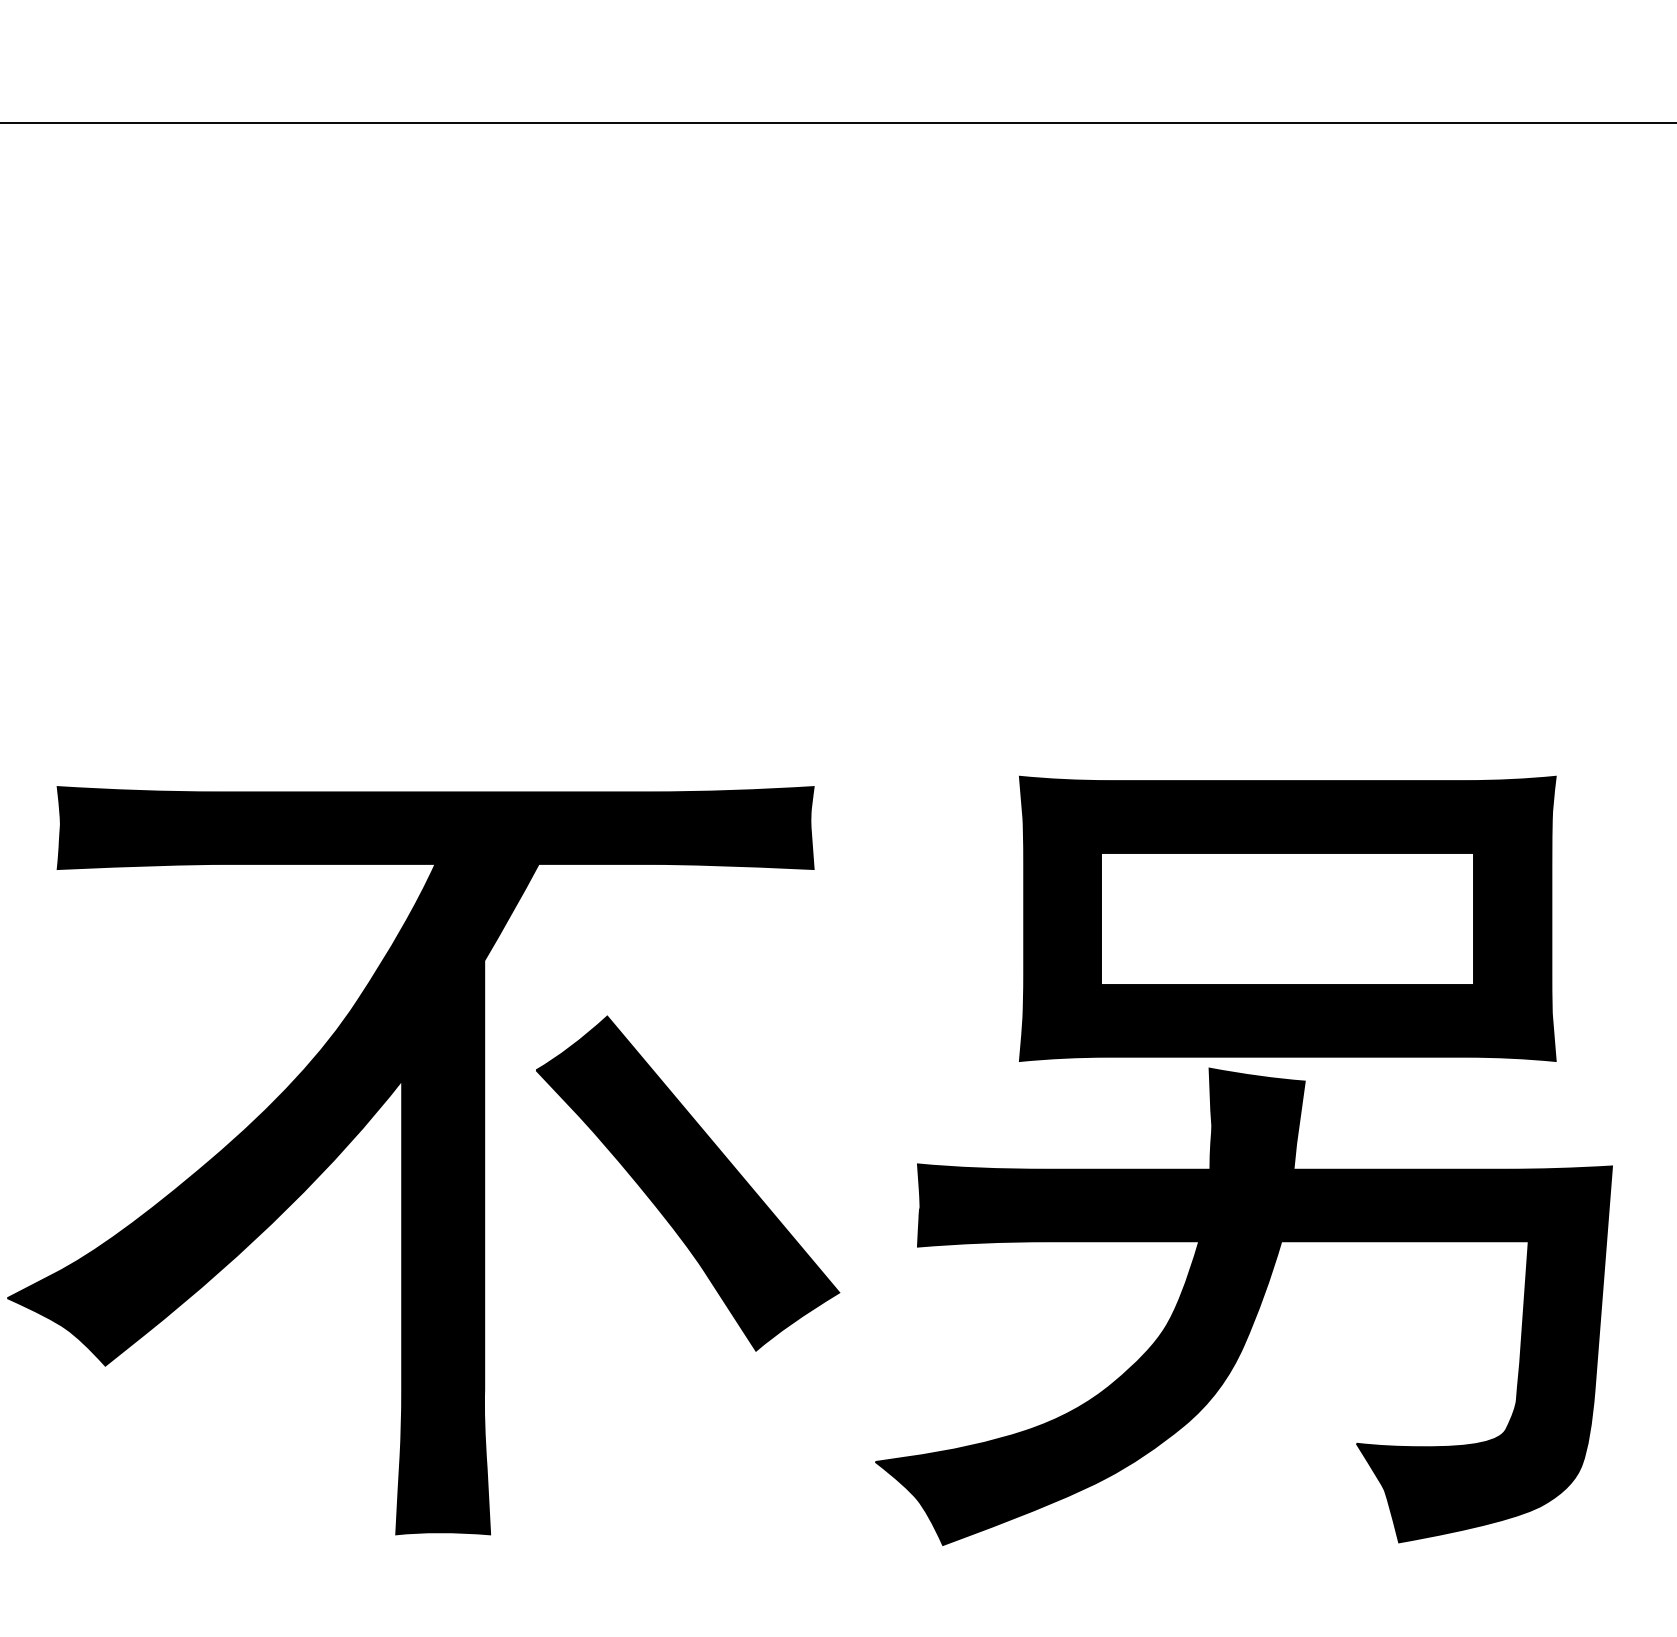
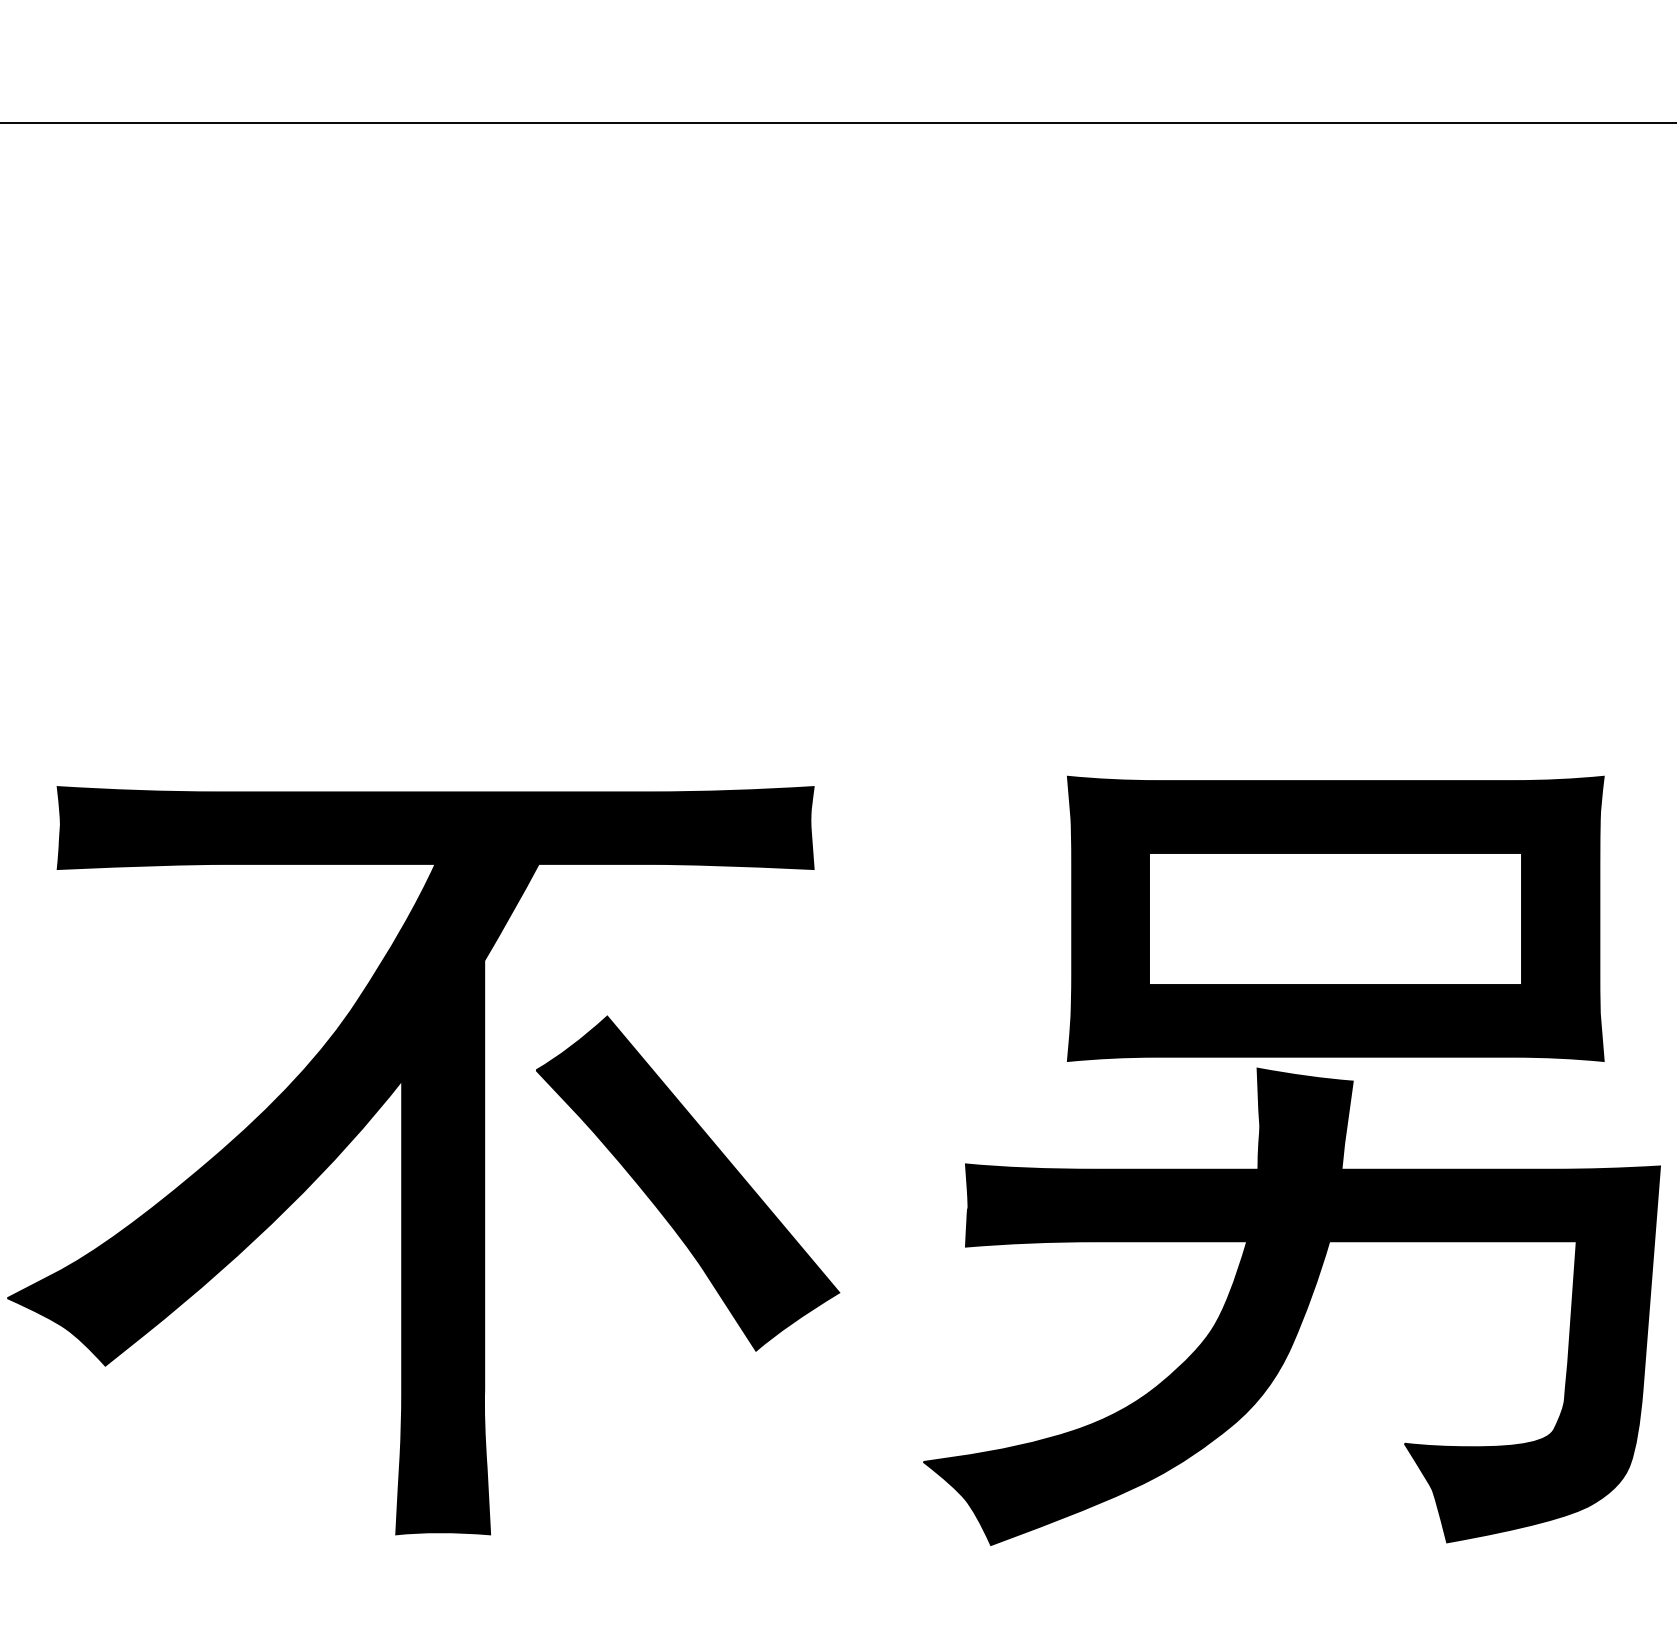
part at (1243, 1160) position: (1243, 1160) -> (1291, 1160)
